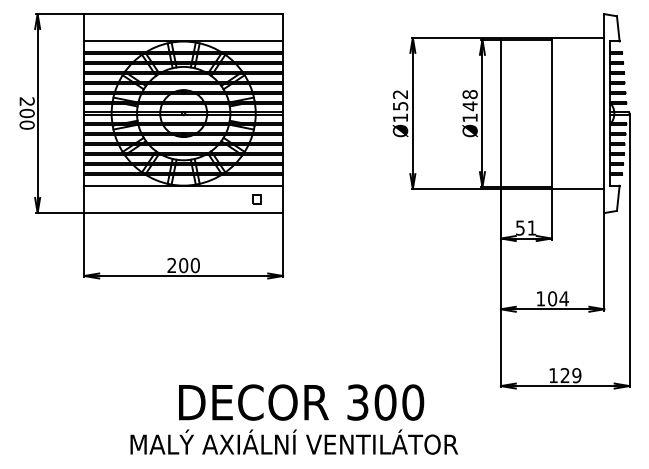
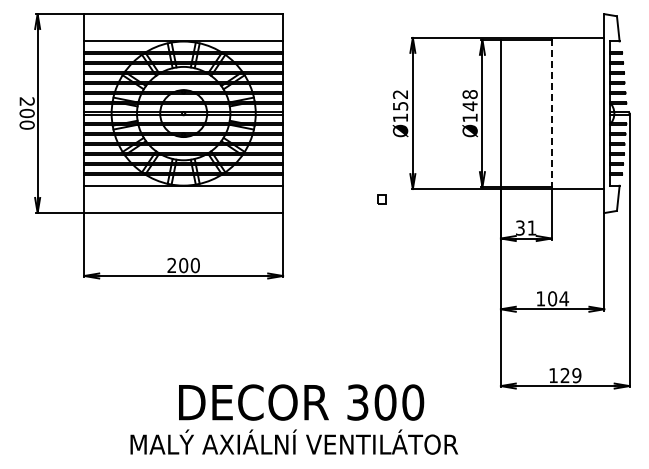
line at (551, 113): solid -> dashed
part at (256, 199) position: (256, 199) -> (381, 199)
text at (520, 227): 51 -> 31
